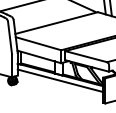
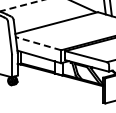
line at (21, 5): solid -> dashed
line at (38, 43): solid -> dashed
line at (60, 80): present -> none
